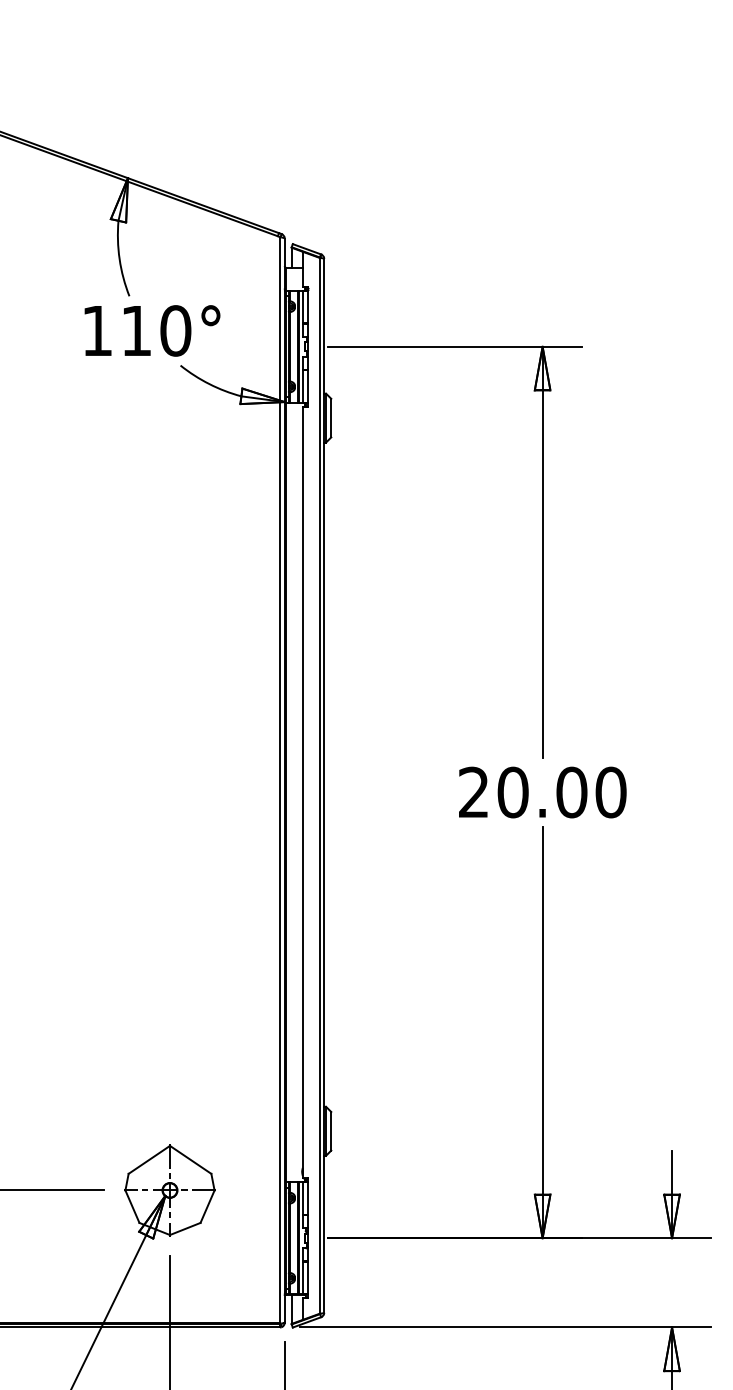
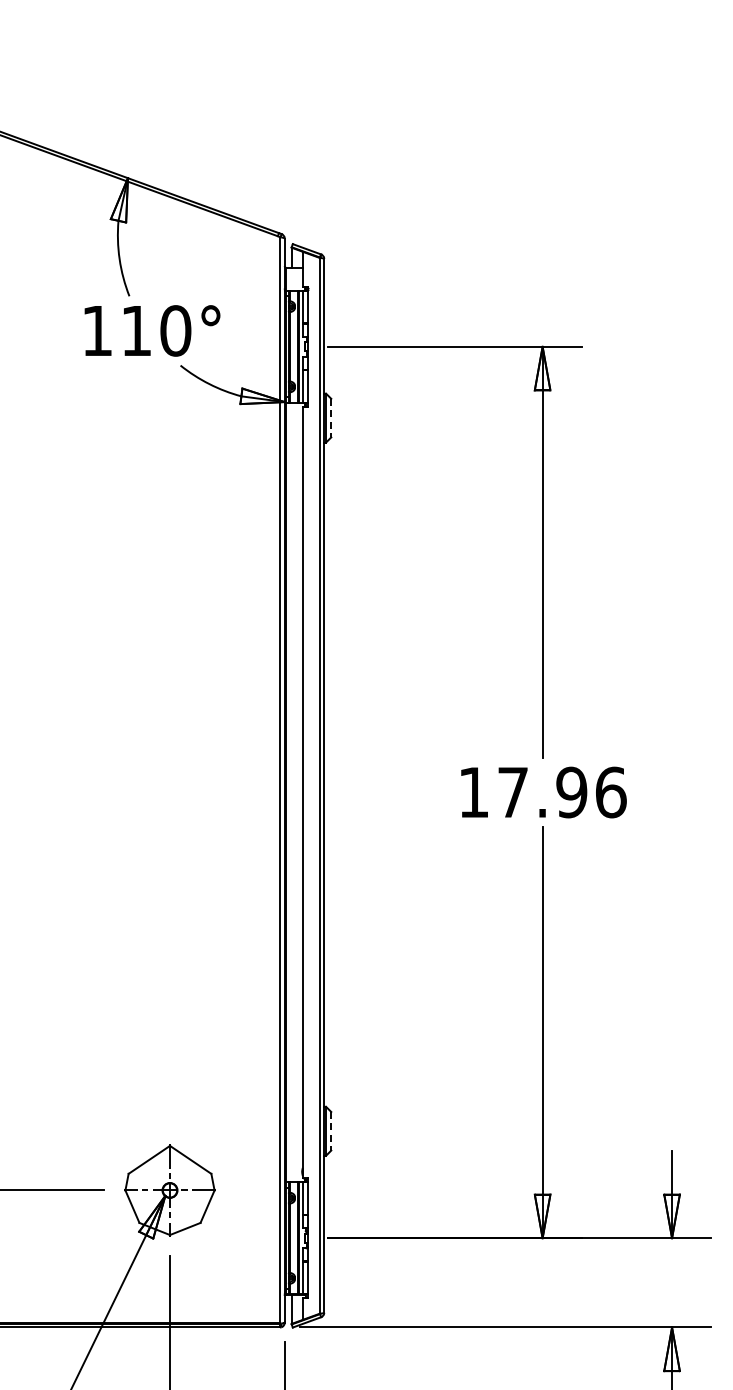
line at (331, 418): solid -> dashed
text at (542, 792): 20.00 -> 17.96
line at (331, 1131): solid -> dashed
